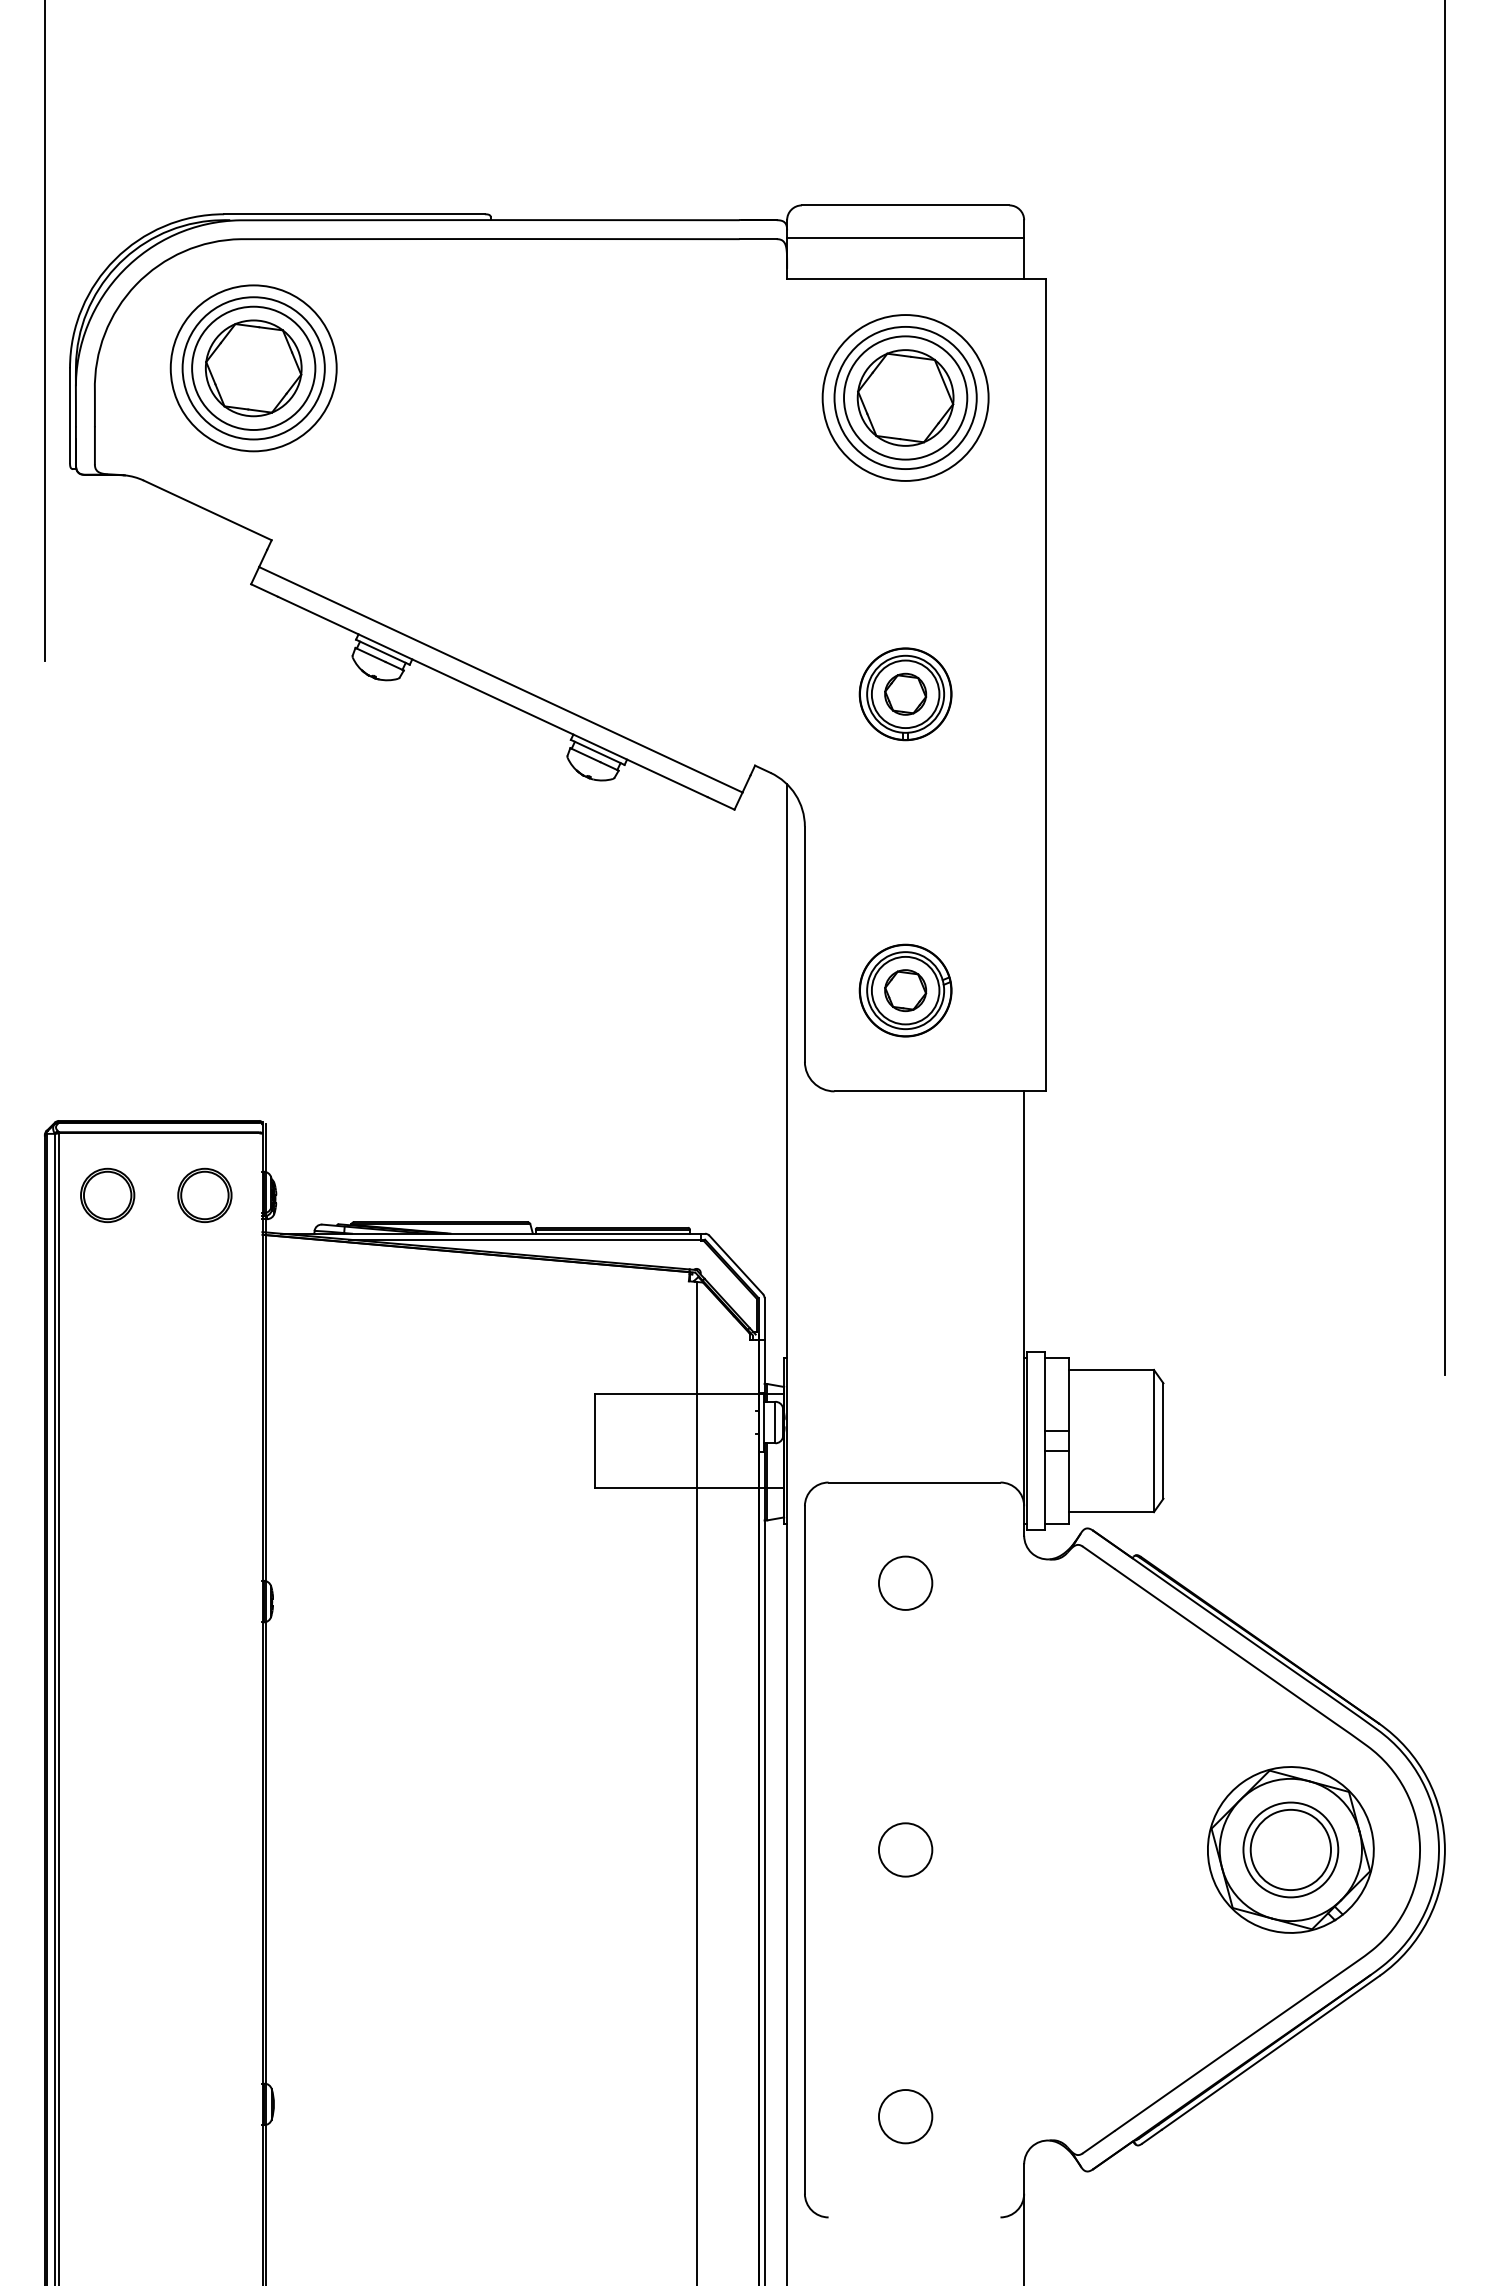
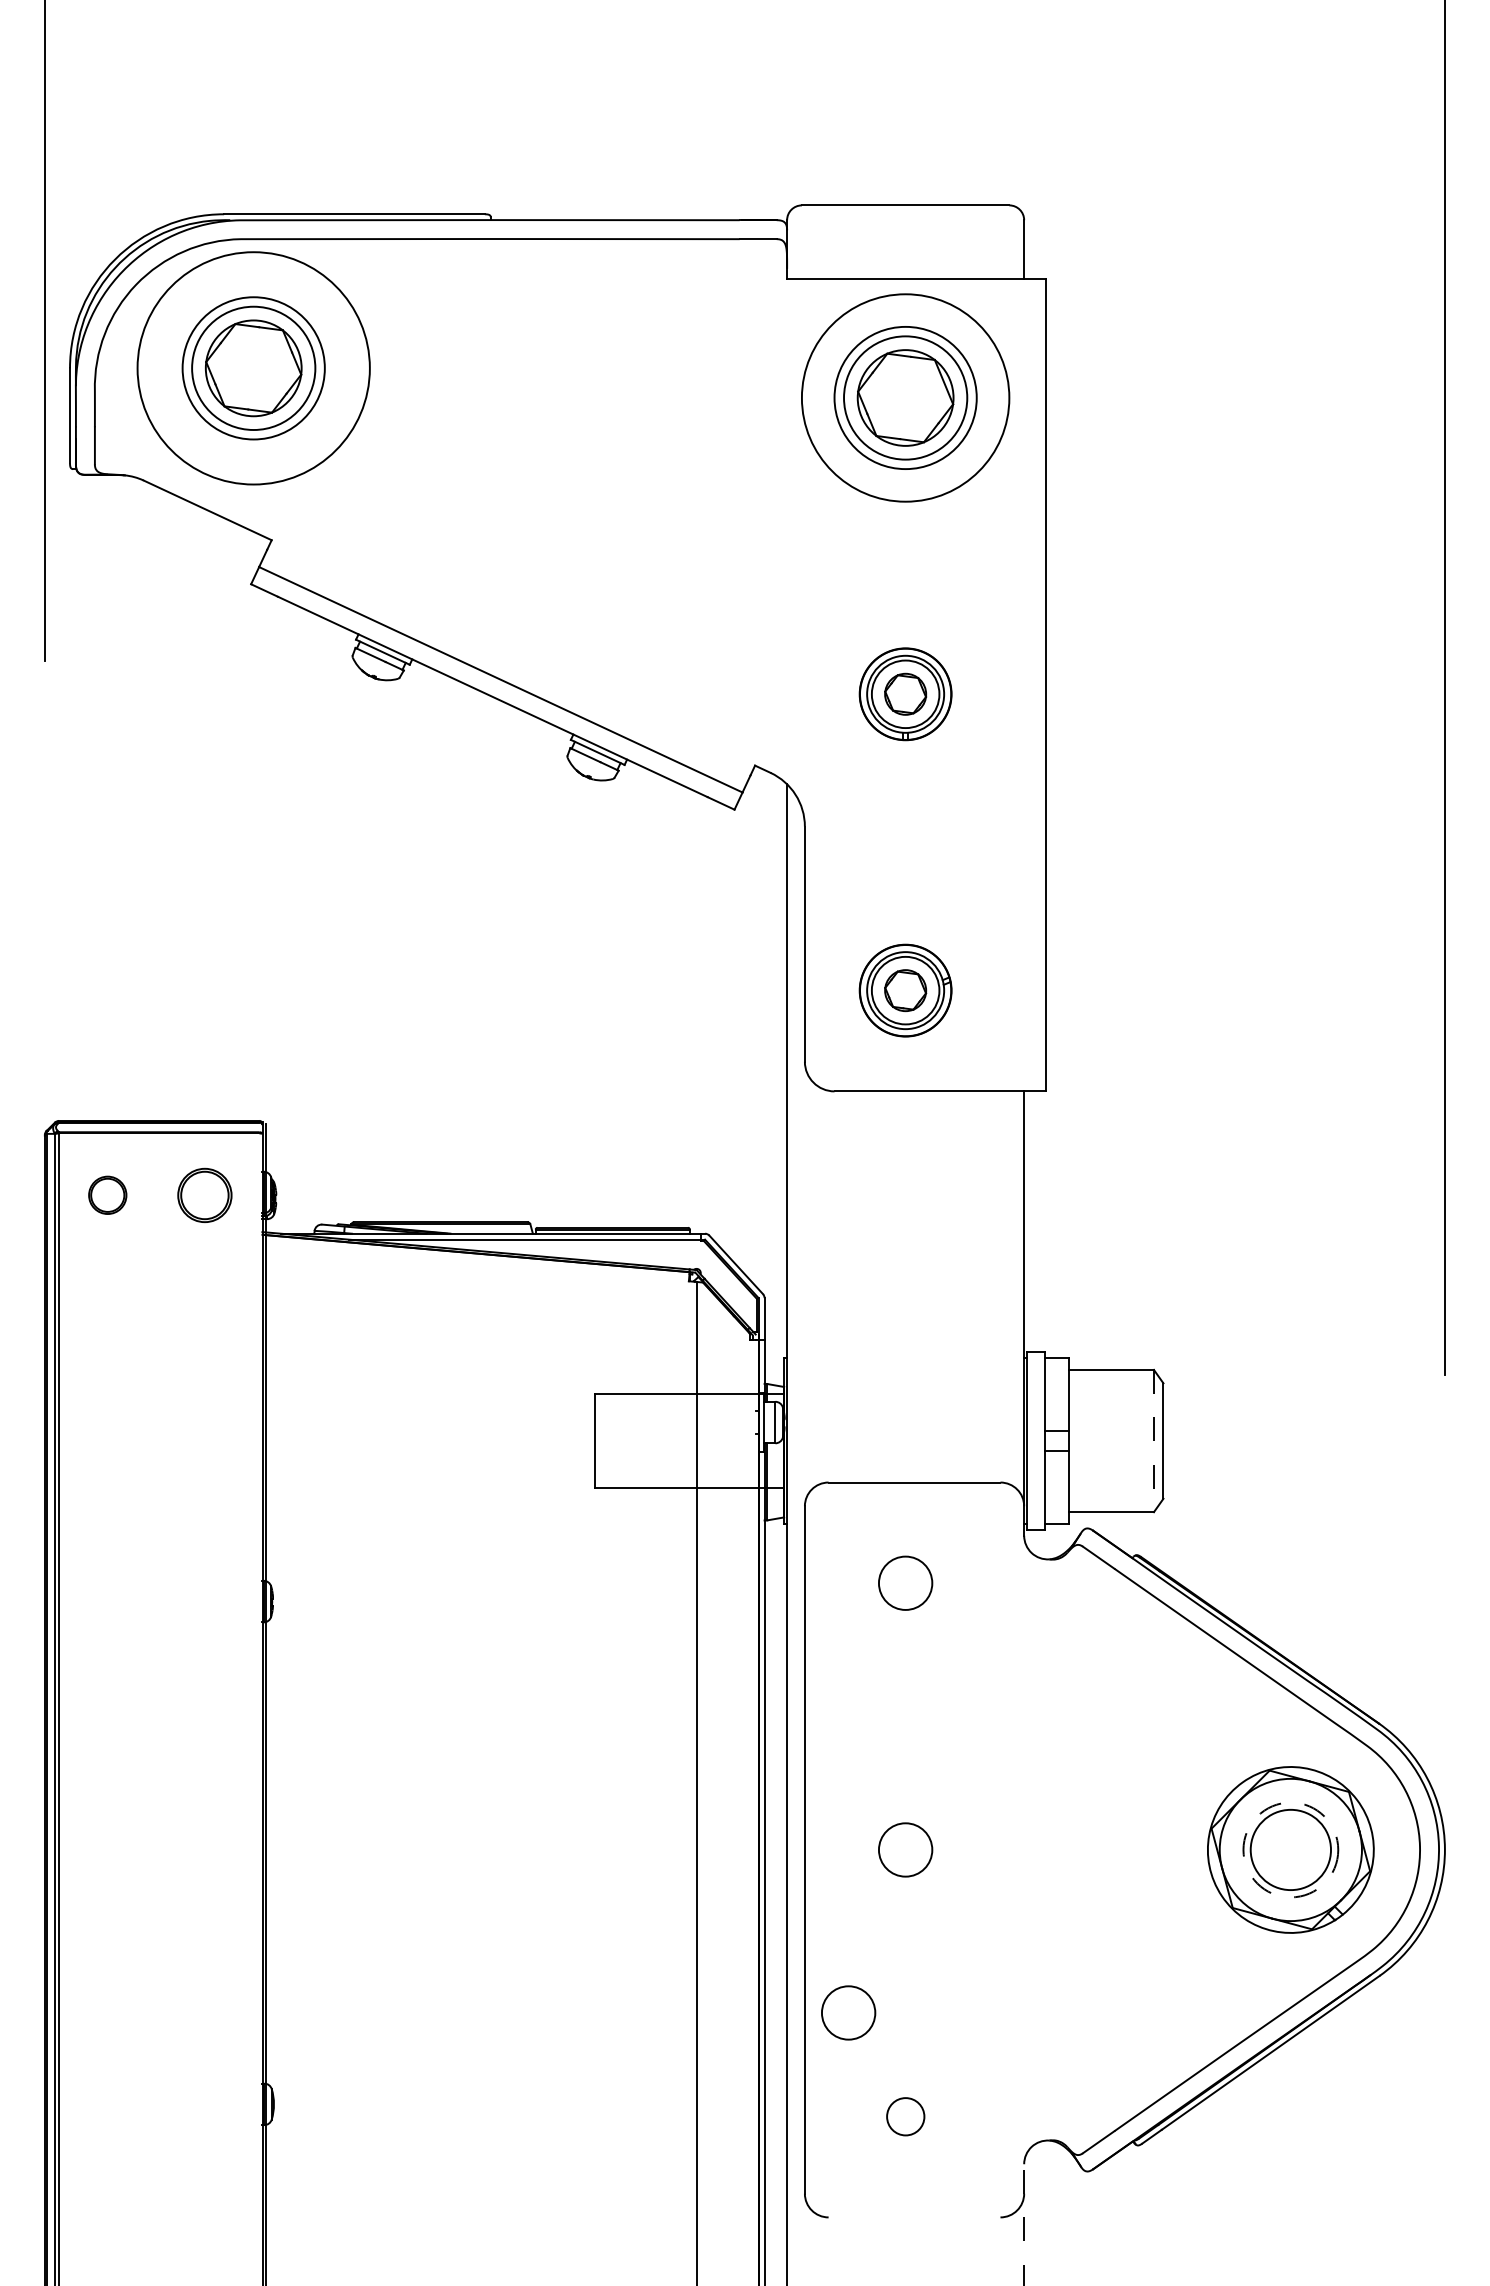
line at (905, 237): present -> none
circle at (253, 368) diameter: 166 px -> 232 px
circle at (905, 397) diameter: 166 px -> 207 px
part at (107, 1194) size: 56x56 px -> 40x40 px
line at (1153, 1441): solid -> dashed
circle at (1290, 1849): solid -> dashed
circle at (848, 2012): none -> present
circle at (905, 2116) size: 56x56 px -> 40x40 px
line at (1024, 2225): solid -> dashed
